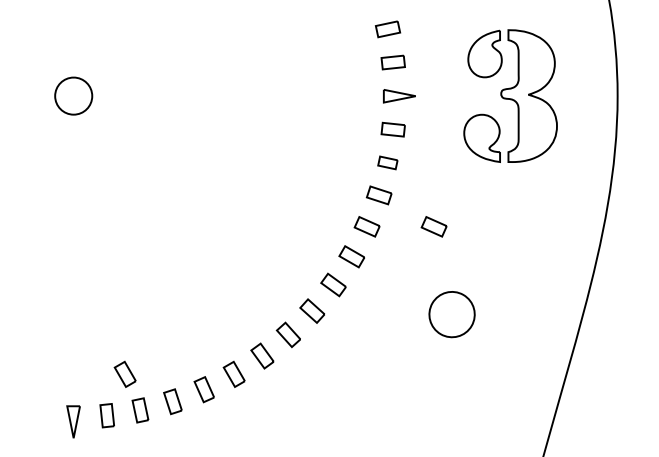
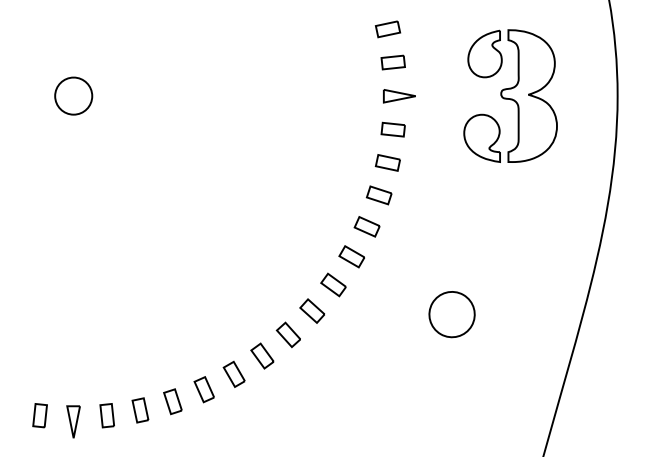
part at (387, 162) size: 22x16 px -> 27x18 px
part at (433, 226): present -> none
part at (124, 373): present -> none
part at (39, 415): none -> present
